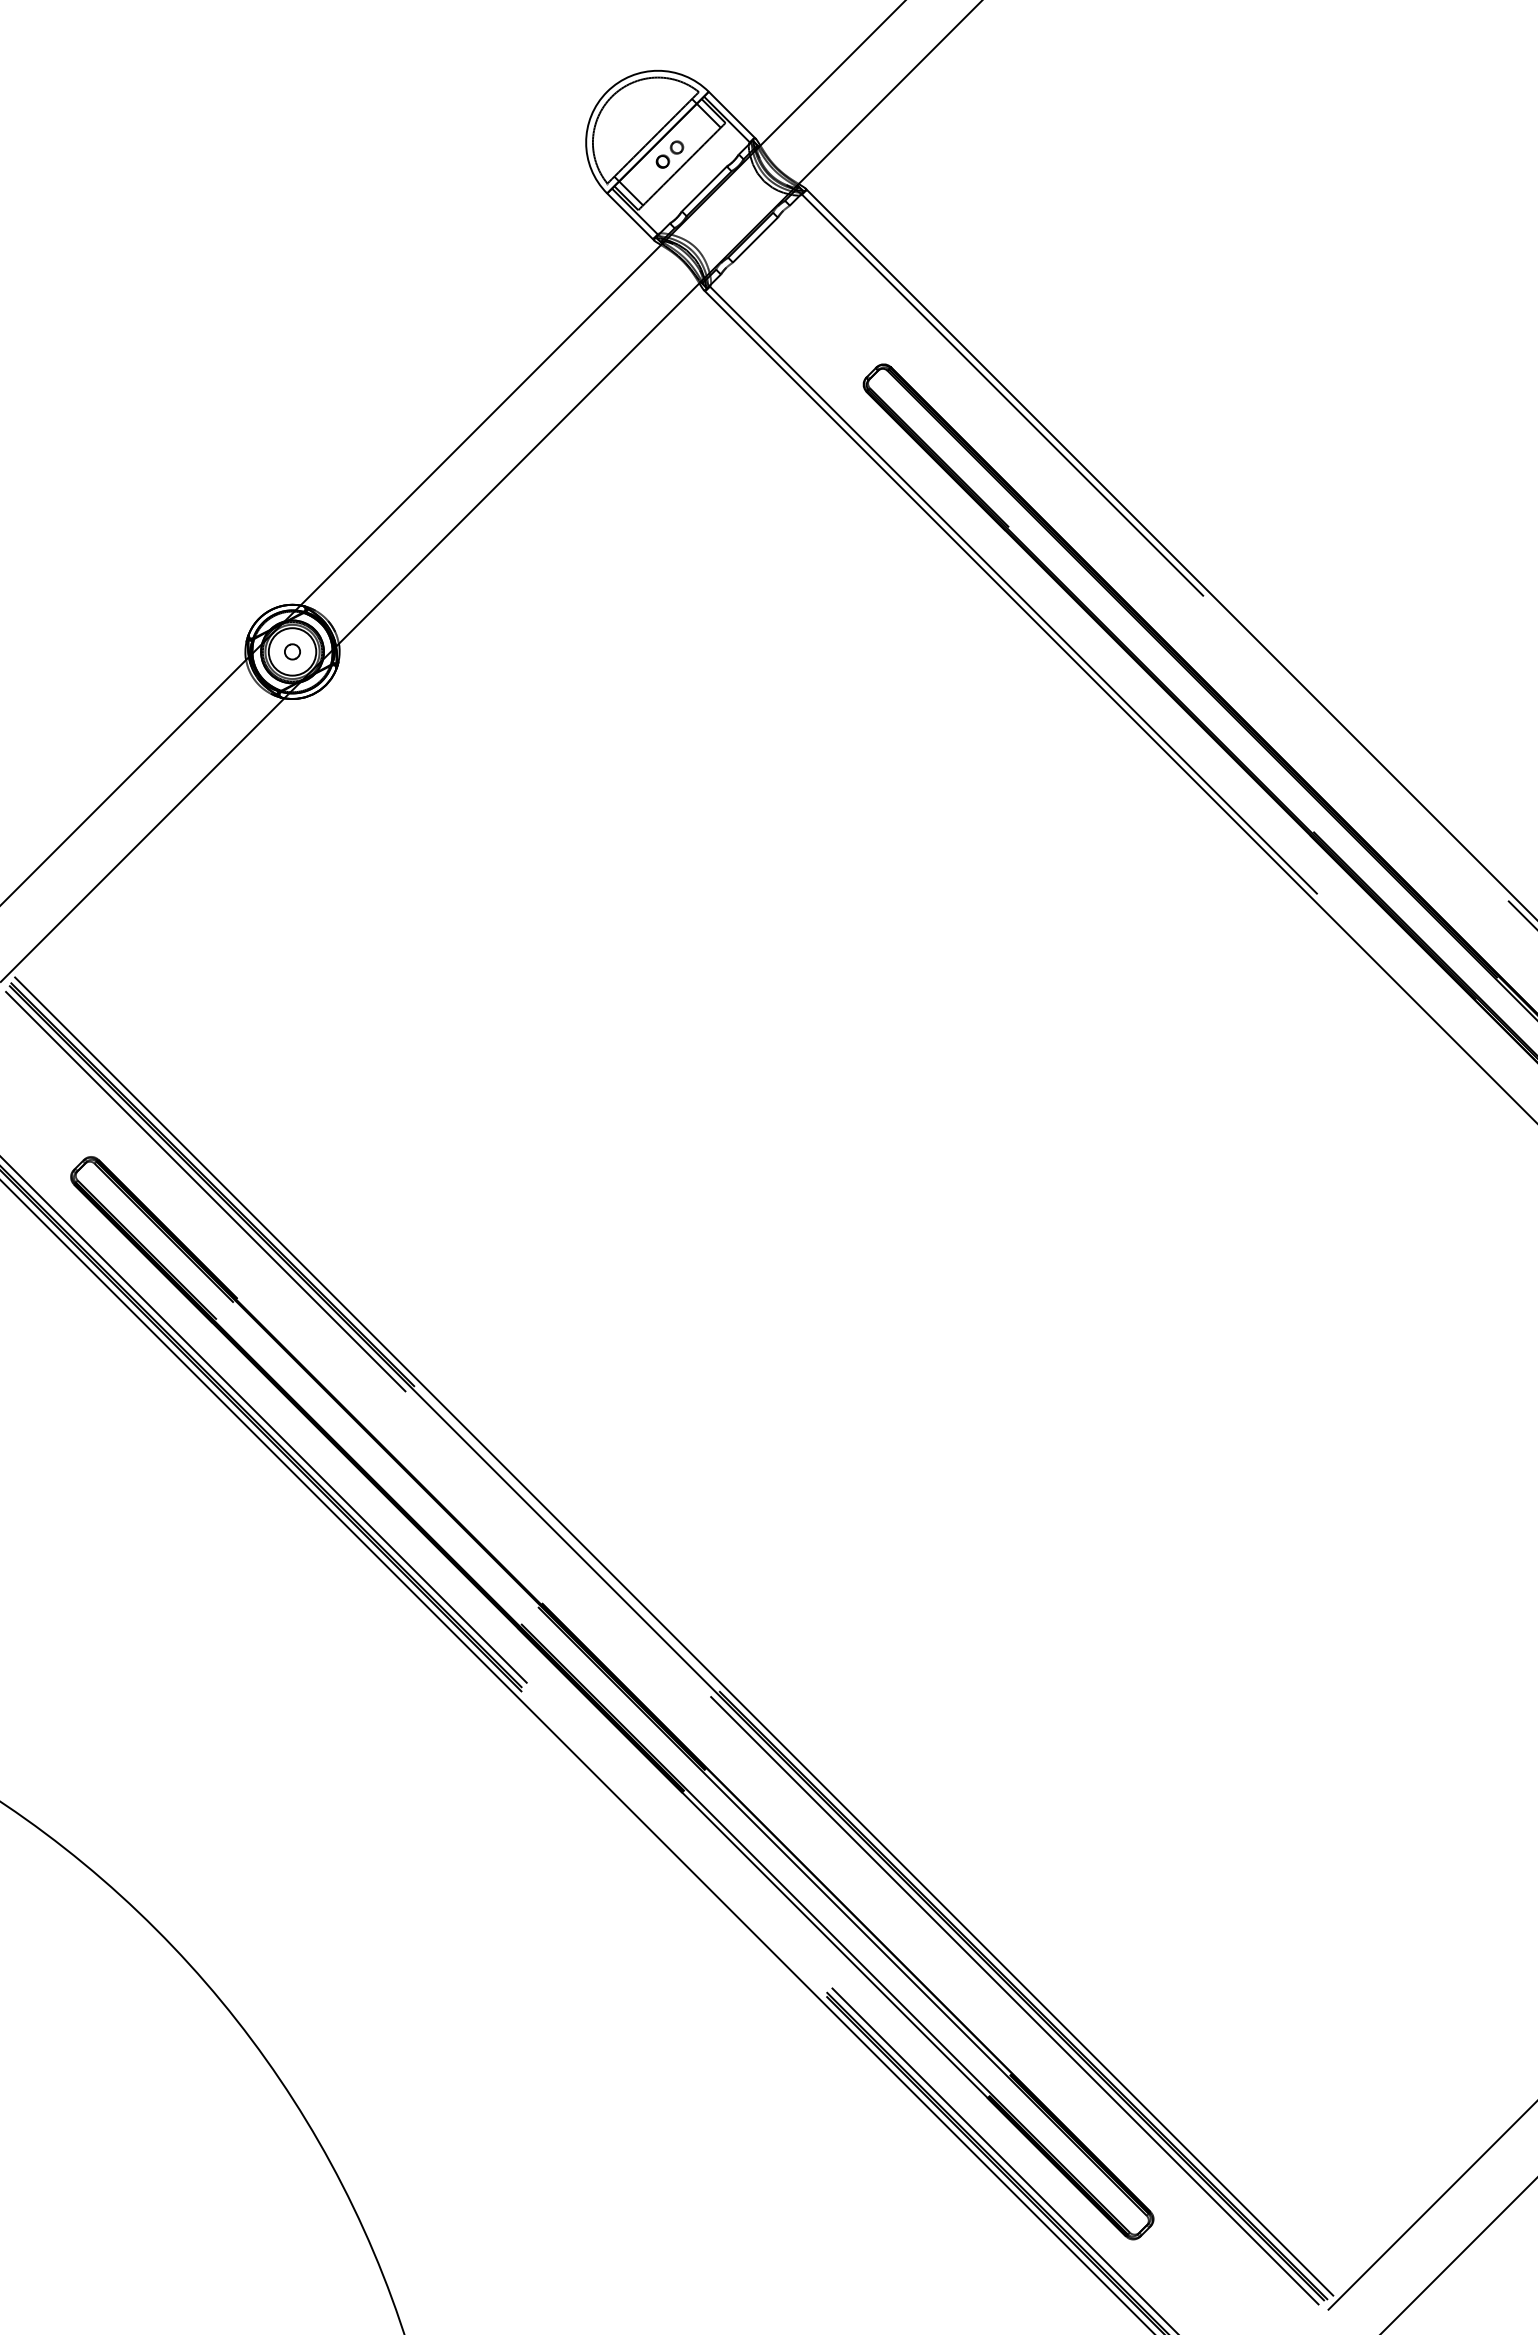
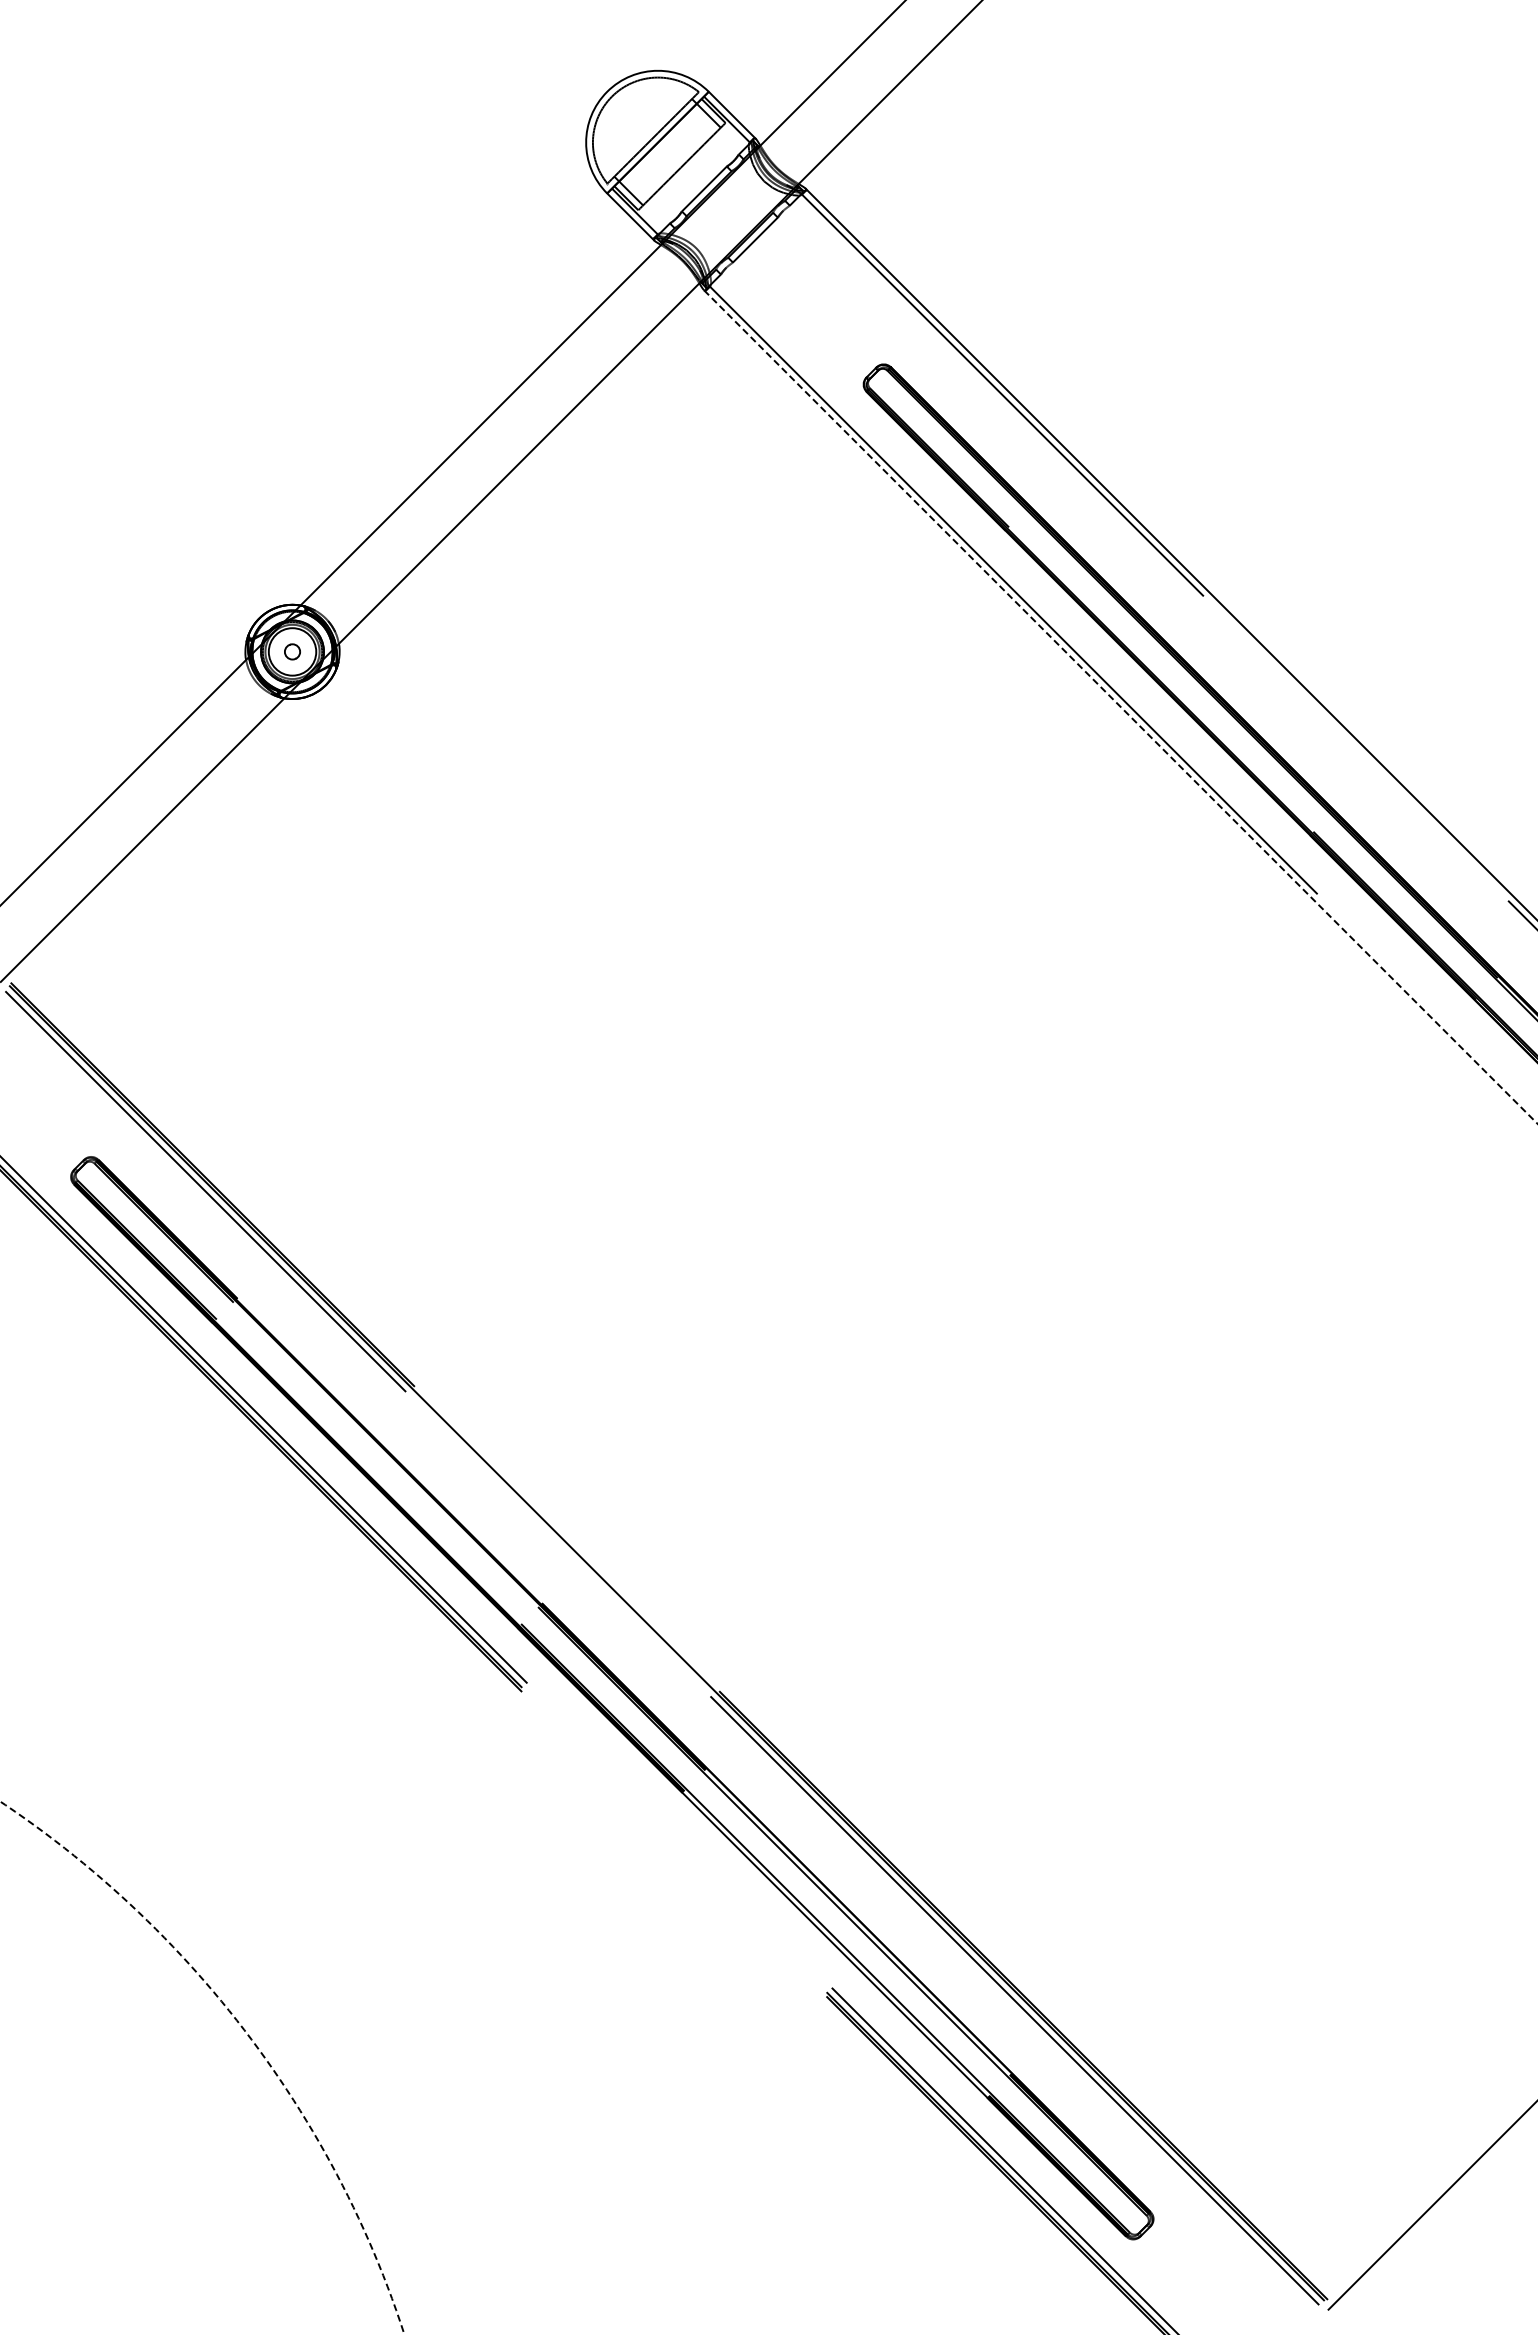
part at (669, 154): present -> none
line at (1121, 707): solid -> dashed
line at (674, 1636): present -> none
line at (577, 1756): present -> none
circle at (202, 2067): solid -> dashed
line at (1458, 2255): present -> none
